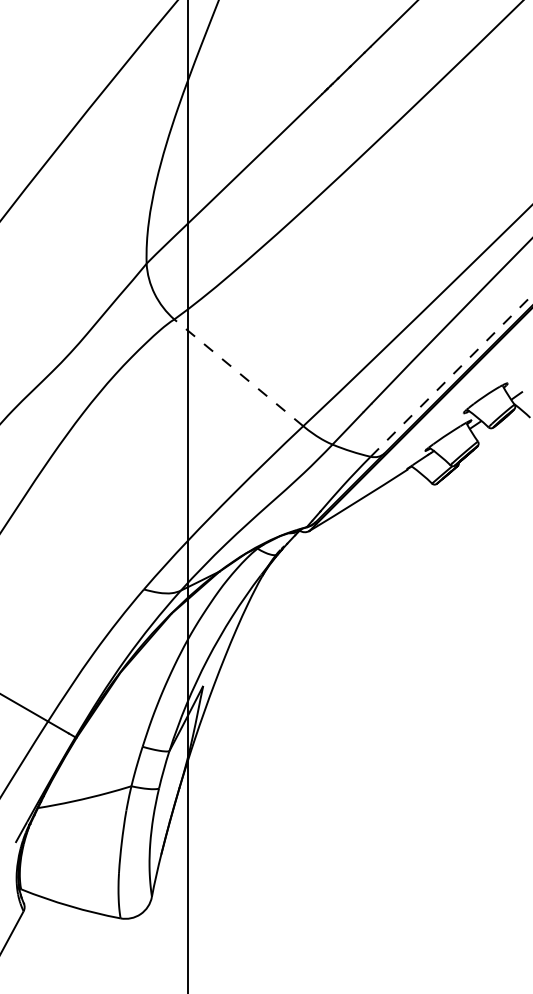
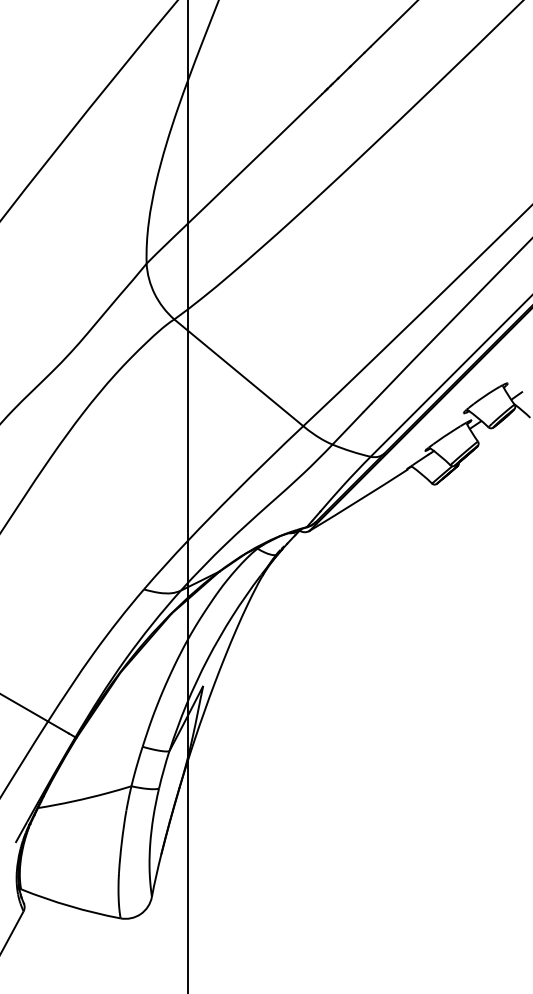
line at (238, 372): dashed -> solid
line at (451, 375): dashed -> solid
